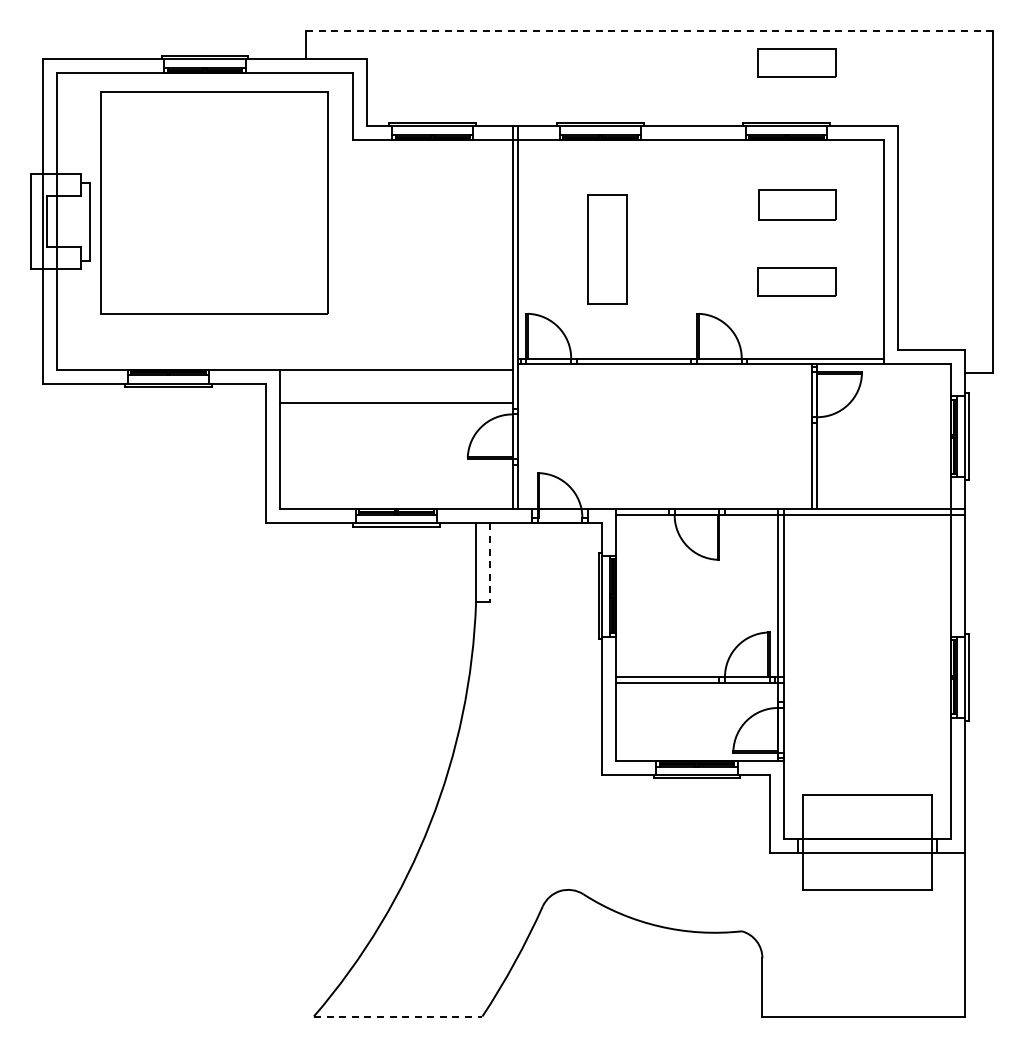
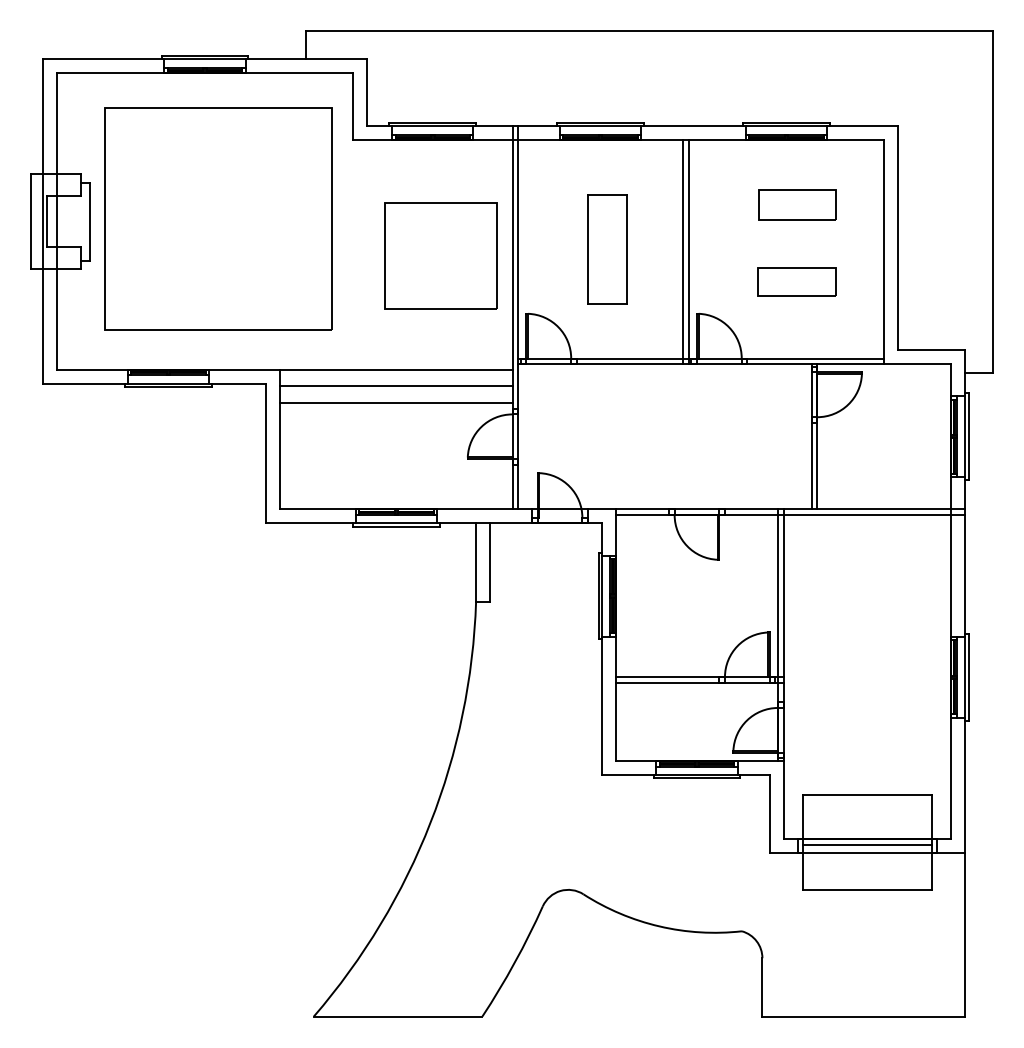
line at (649, 31): dashed -> solid
part at (796, 62): present -> none
part at (214, 202) position: (214, 202) -> (218, 218)
line at (683, 252): none -> present
line at (688, 252): none -> present
part at (440, 255): none -> present
line at (396, 386): none -> present
line at (490, 563): dashed -> solid
line at (867, 844): none -> present
line at (398, 1016): dashed -> solid
